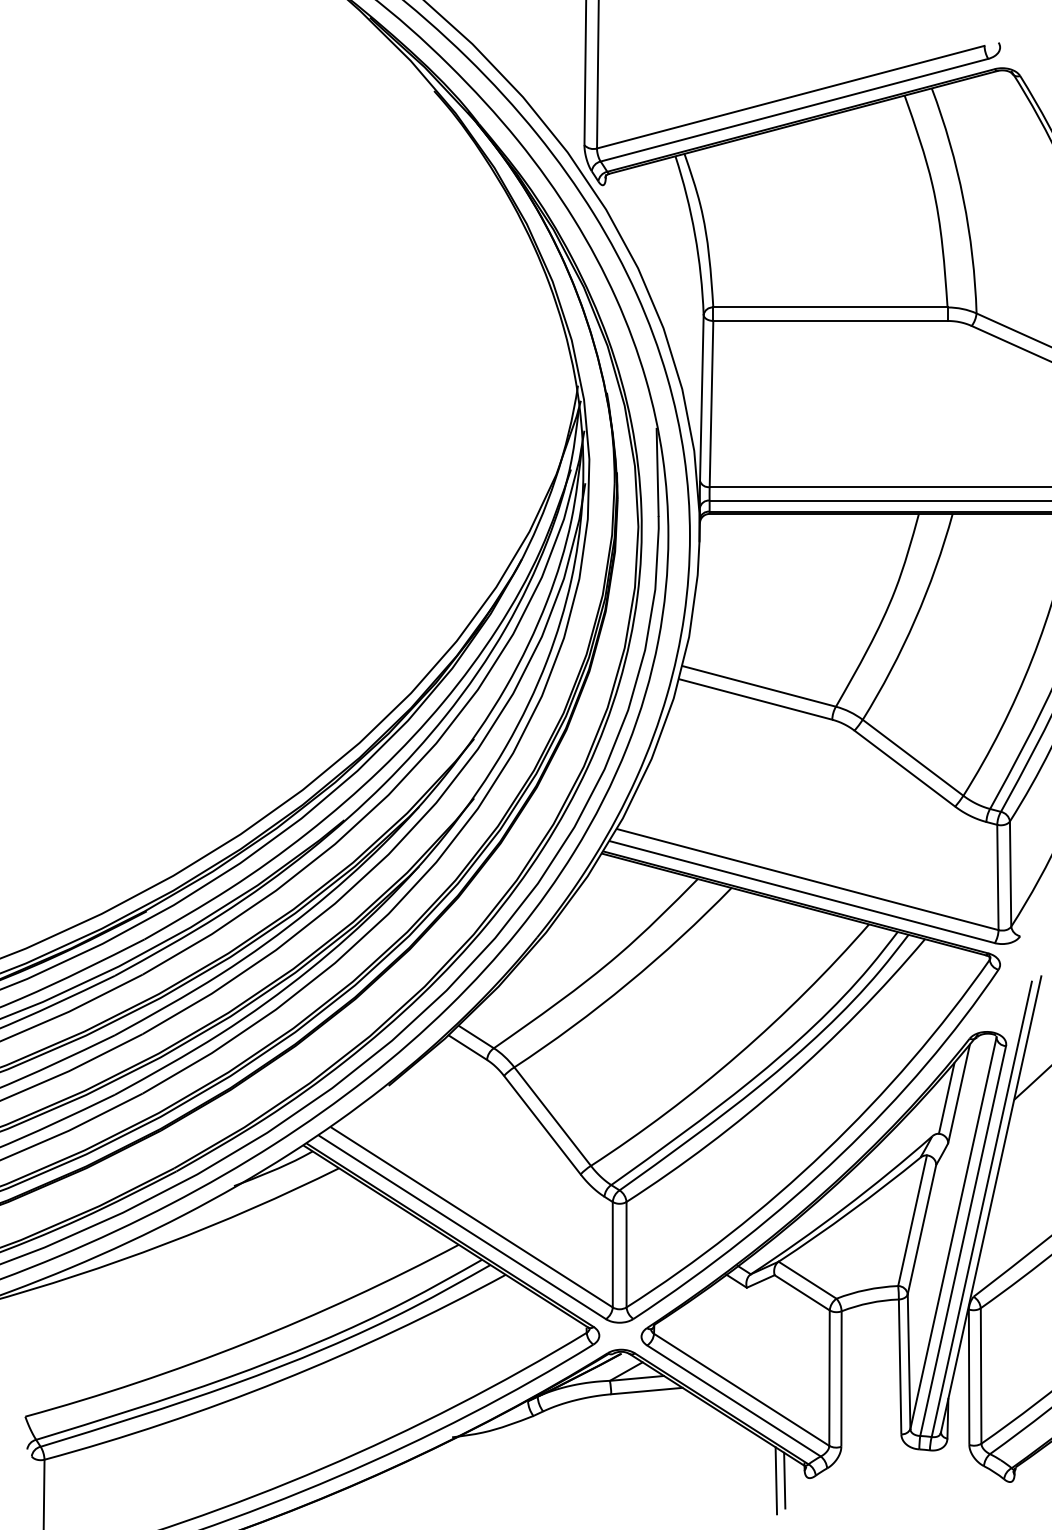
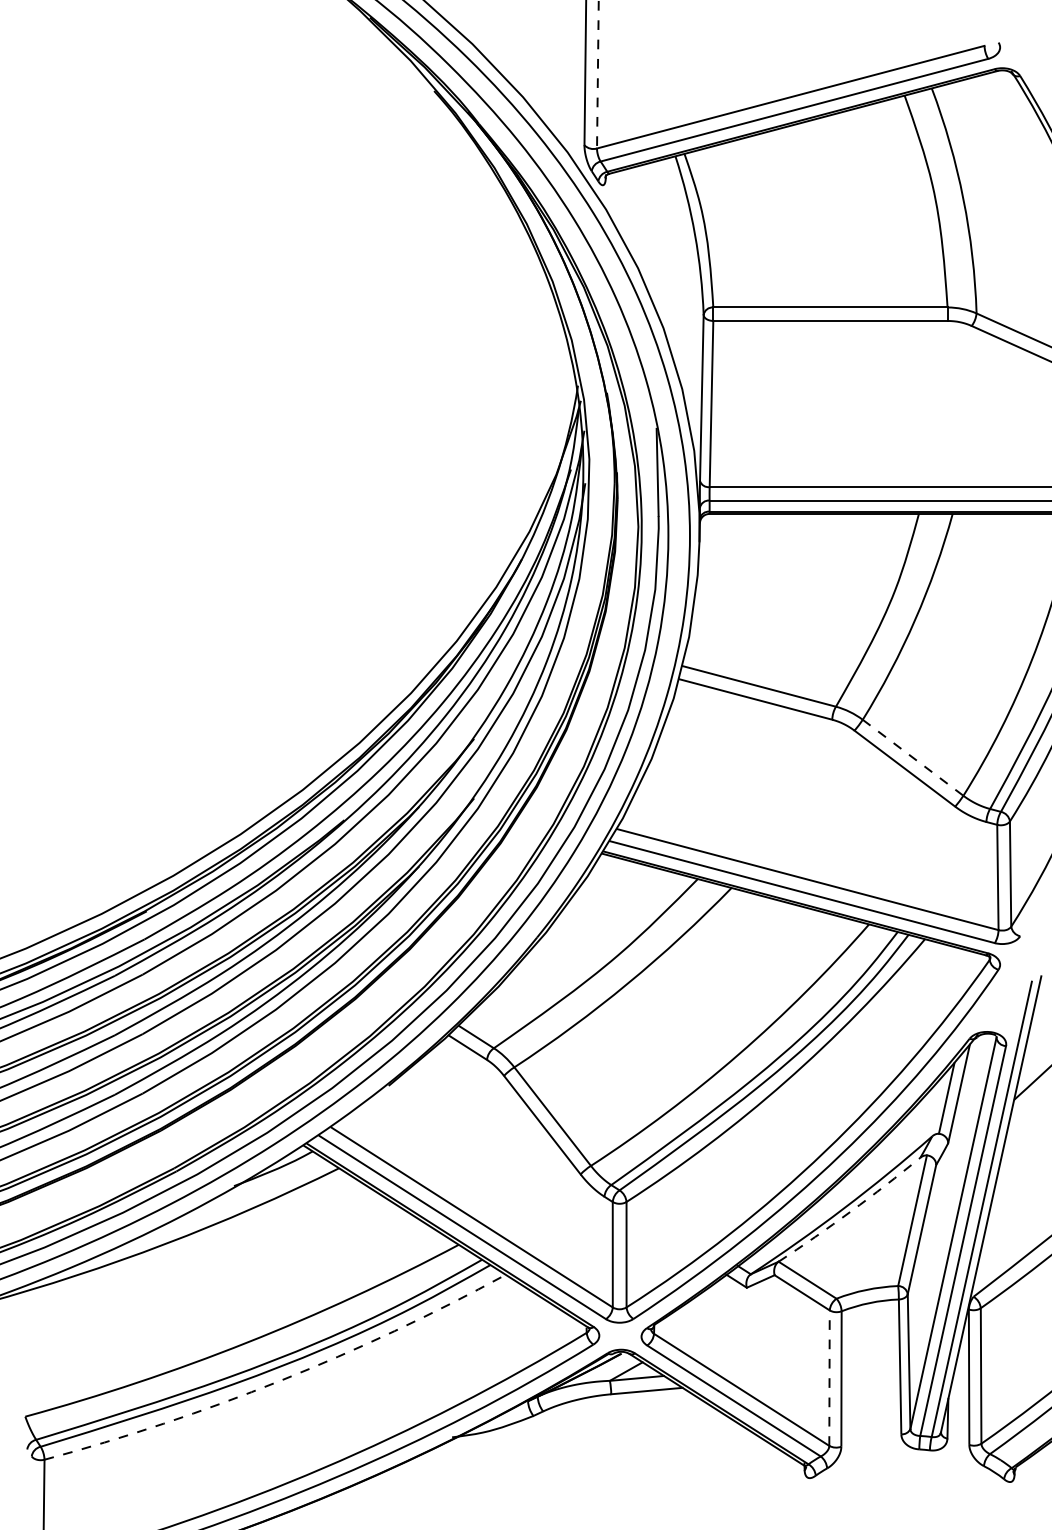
line at (597, 74): solid -> dashed
line at (913, 758): solid -> dashed
arc at (850, 1211): solid -> dashed
line at (829, 1378): solid -> dashed
arc at (280, 1380): solid -> dashed
line at (776, 1480): present -> none
line at (784, 1480): present -> none
